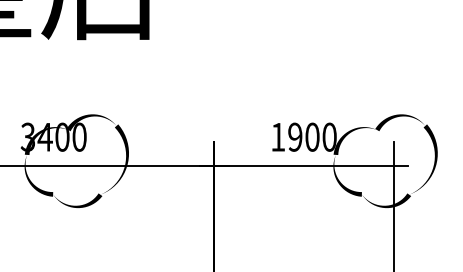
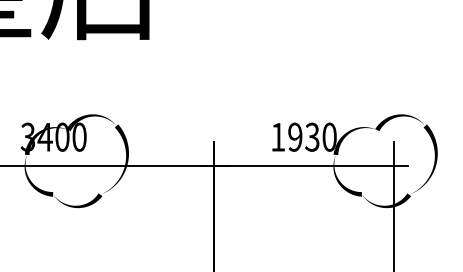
text at (312, 136): 1900 -> 1930
